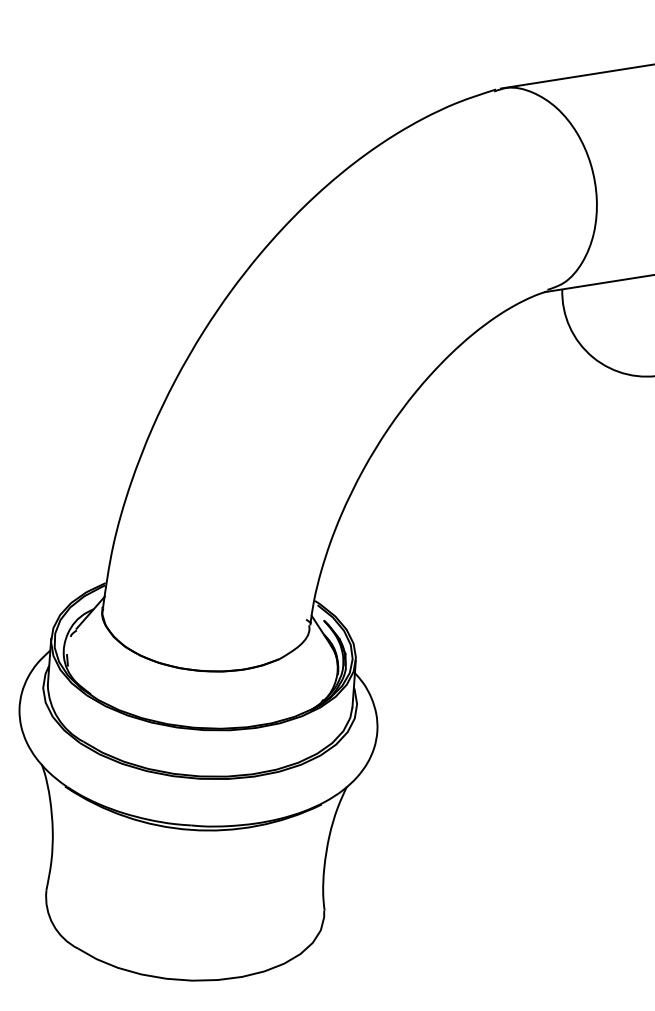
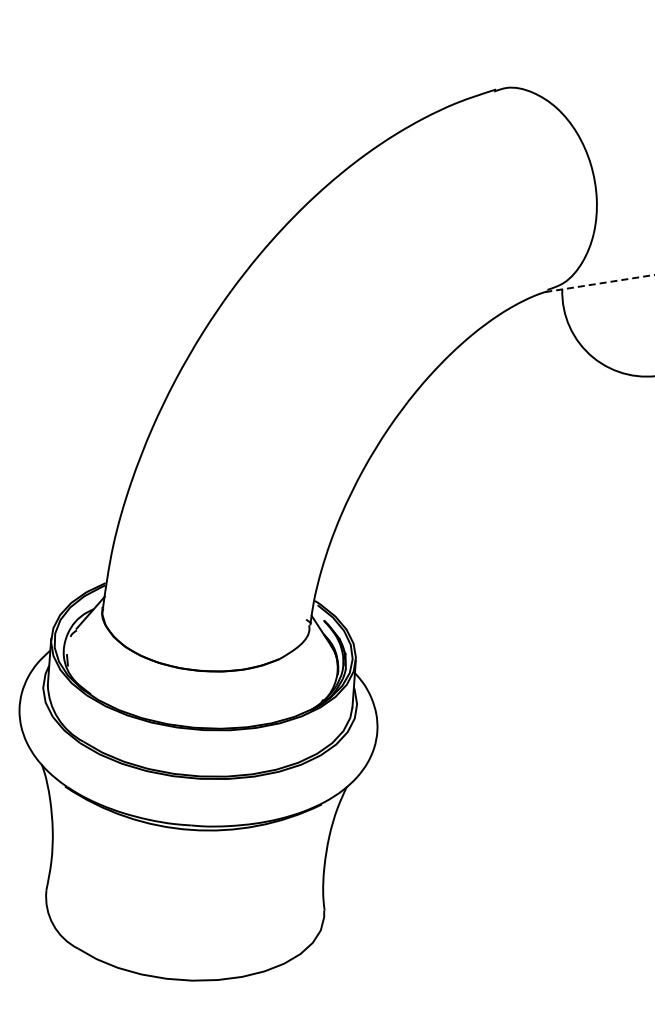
line at (576, 76): present -> none
line at (600, 283): solid -> dashed
